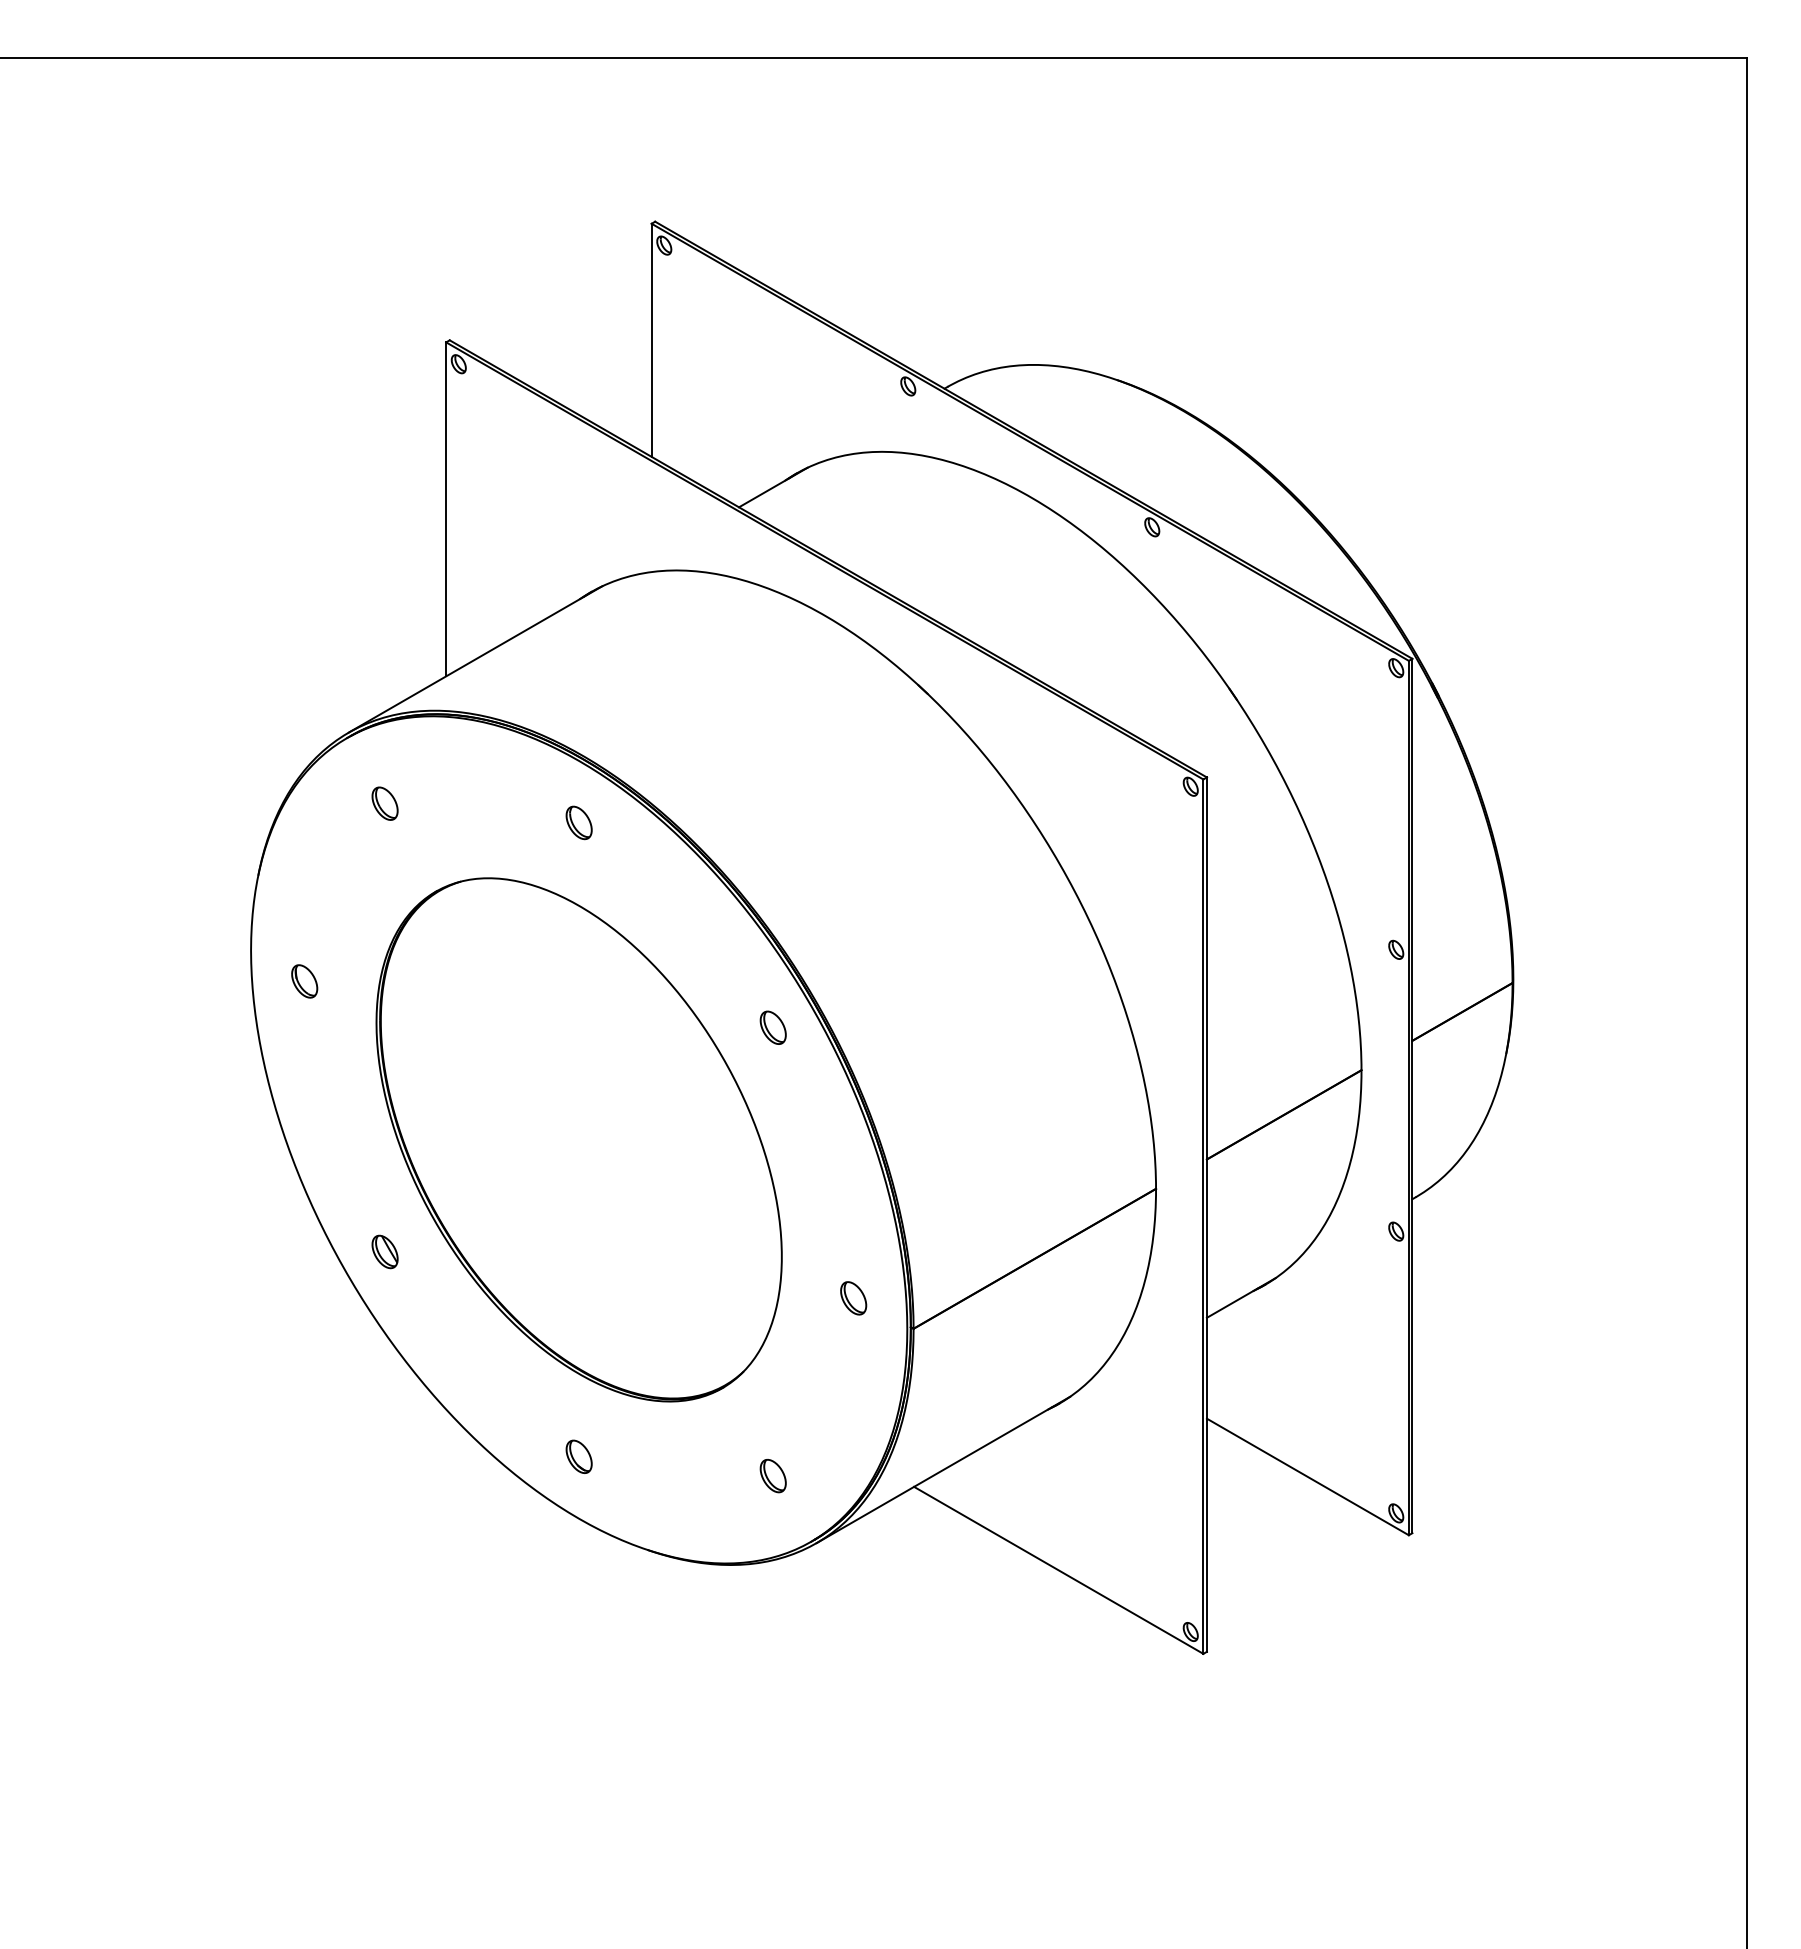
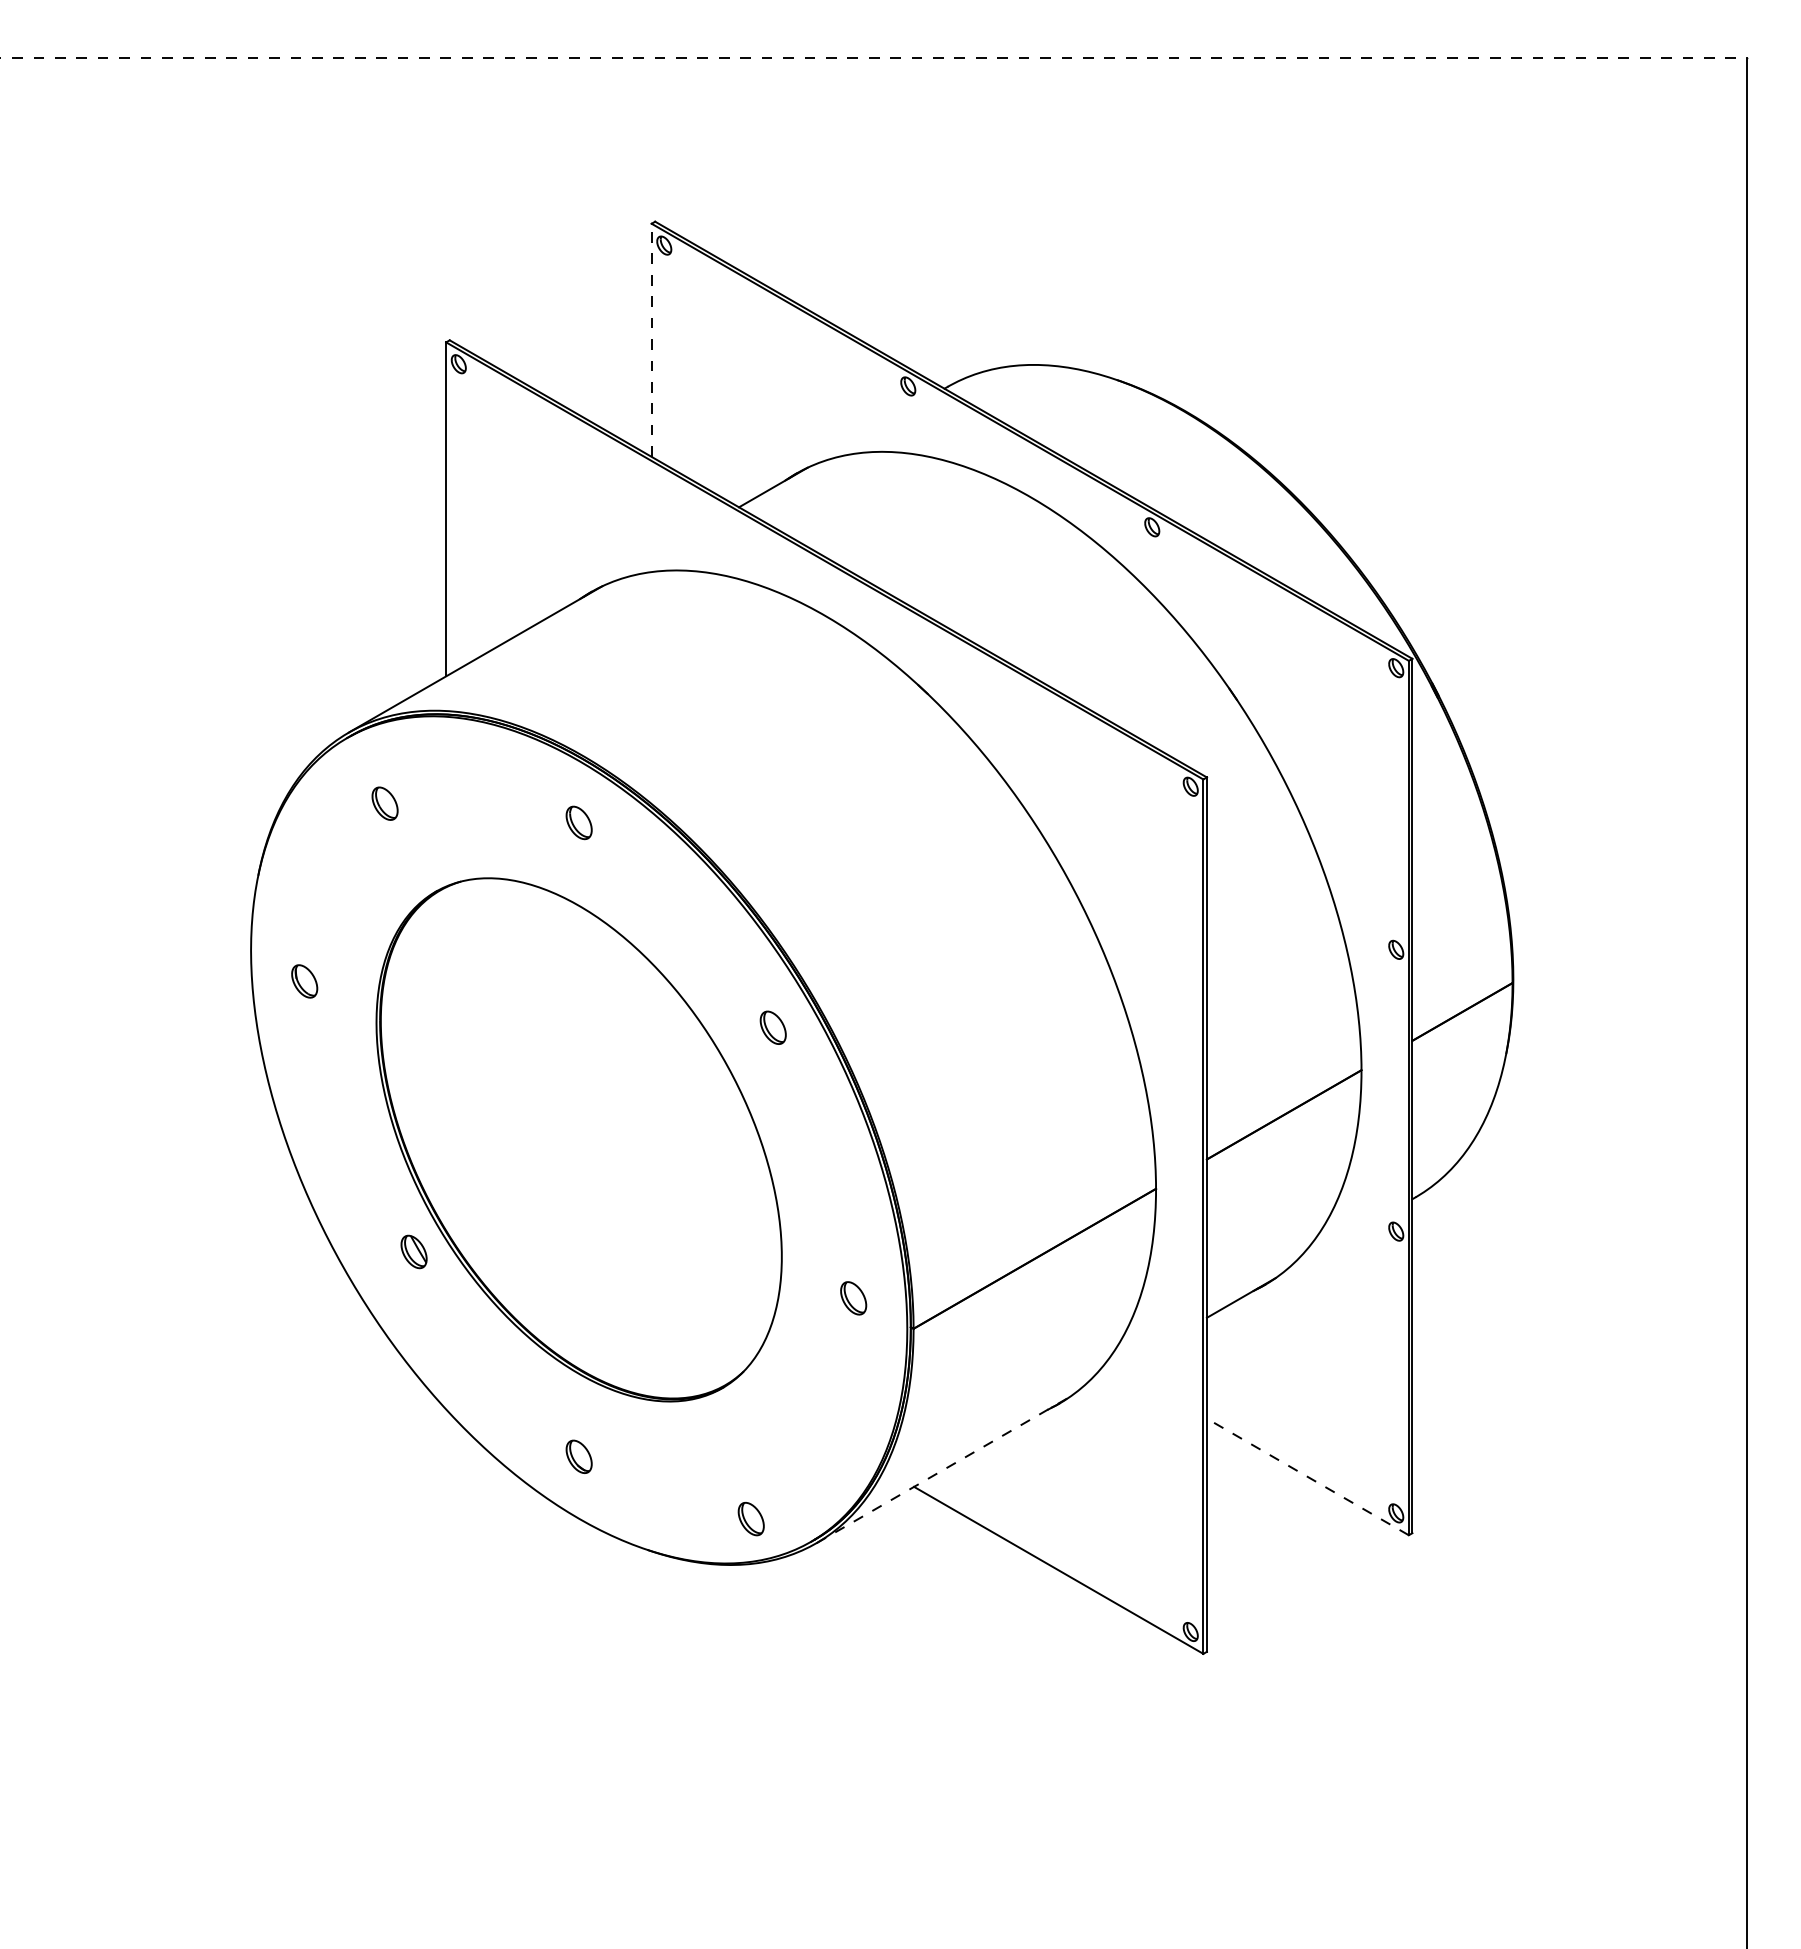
line at (874, 58): solid -> dashed
line at (651, 340): solid -> dashed
part at (384, 1251) position: (384, 1251) -> (413, 1251)
line at (943, 1469): solid -> dashed
part at (772, 1476) position: (772, 1476) -> (750, 1519)
line at (1307, 1476): solid -> dashed
